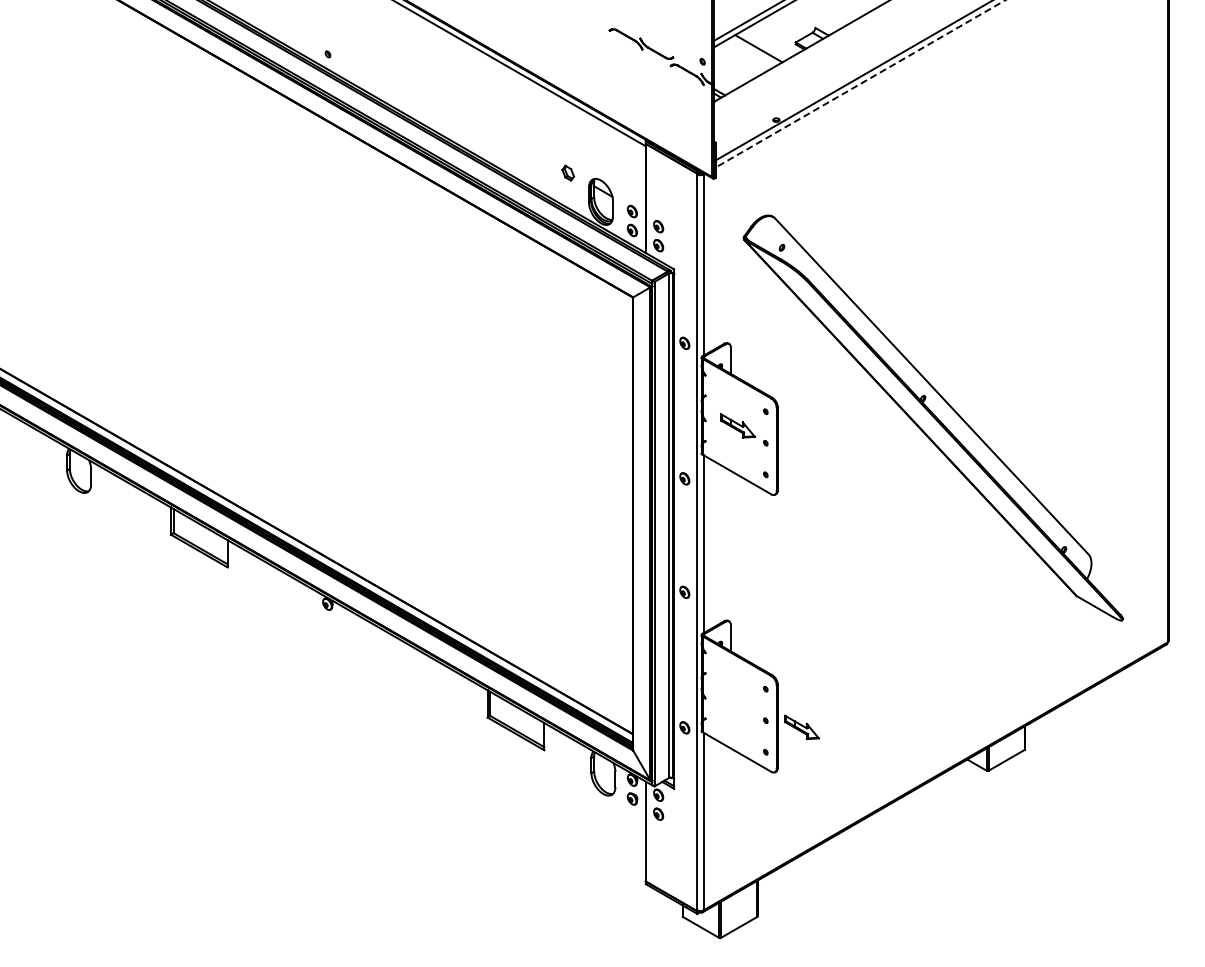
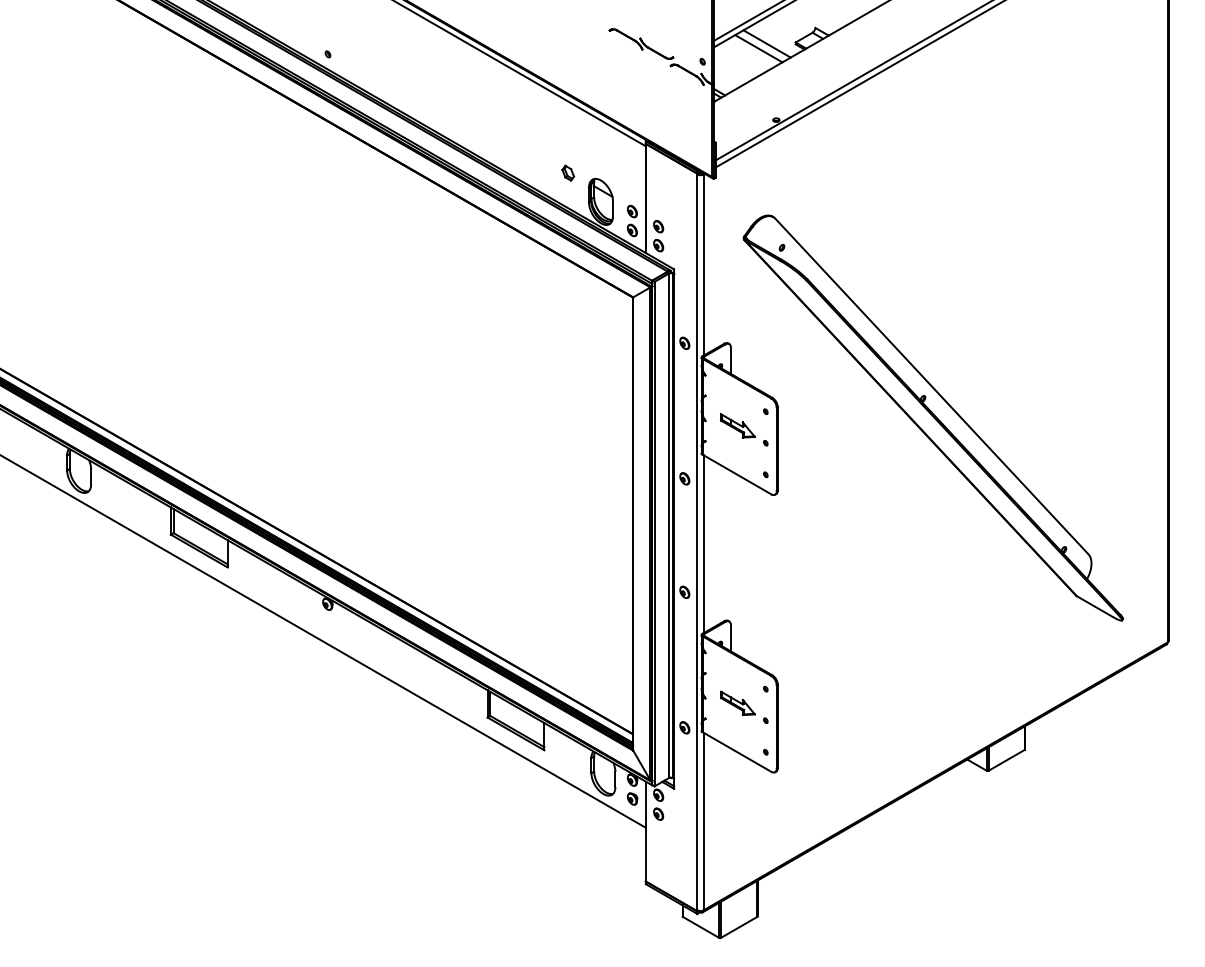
line at (766, 43): none -> present
line at (860, 84): dashed -> solid
line at (323, 641): none -> present
part at (801, 727) position: (801, 727) -> (737, 703)
